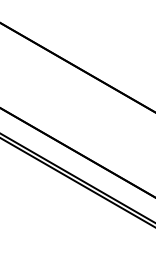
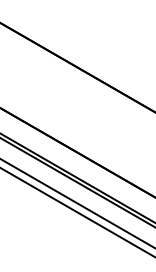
line at (77, 202): none -> present
line at (77, 212): none -> present
